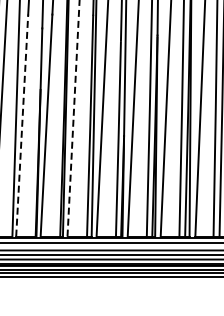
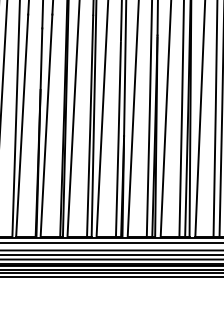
line at (73, 118): dashed -> solid
line at (22, 125): dashed -> solid
